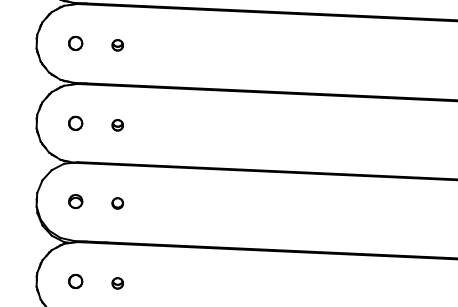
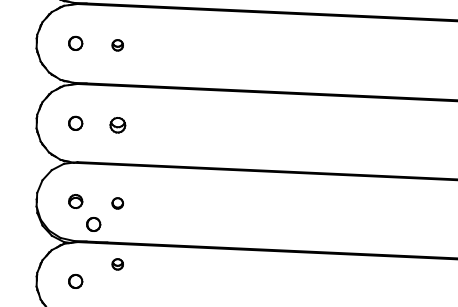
part at (117, 125) size: 13x13 px -> 18x17 px
part at (93, 224): none -> present
part at (117, 283) position: (117, 283) -> (117, 264)
